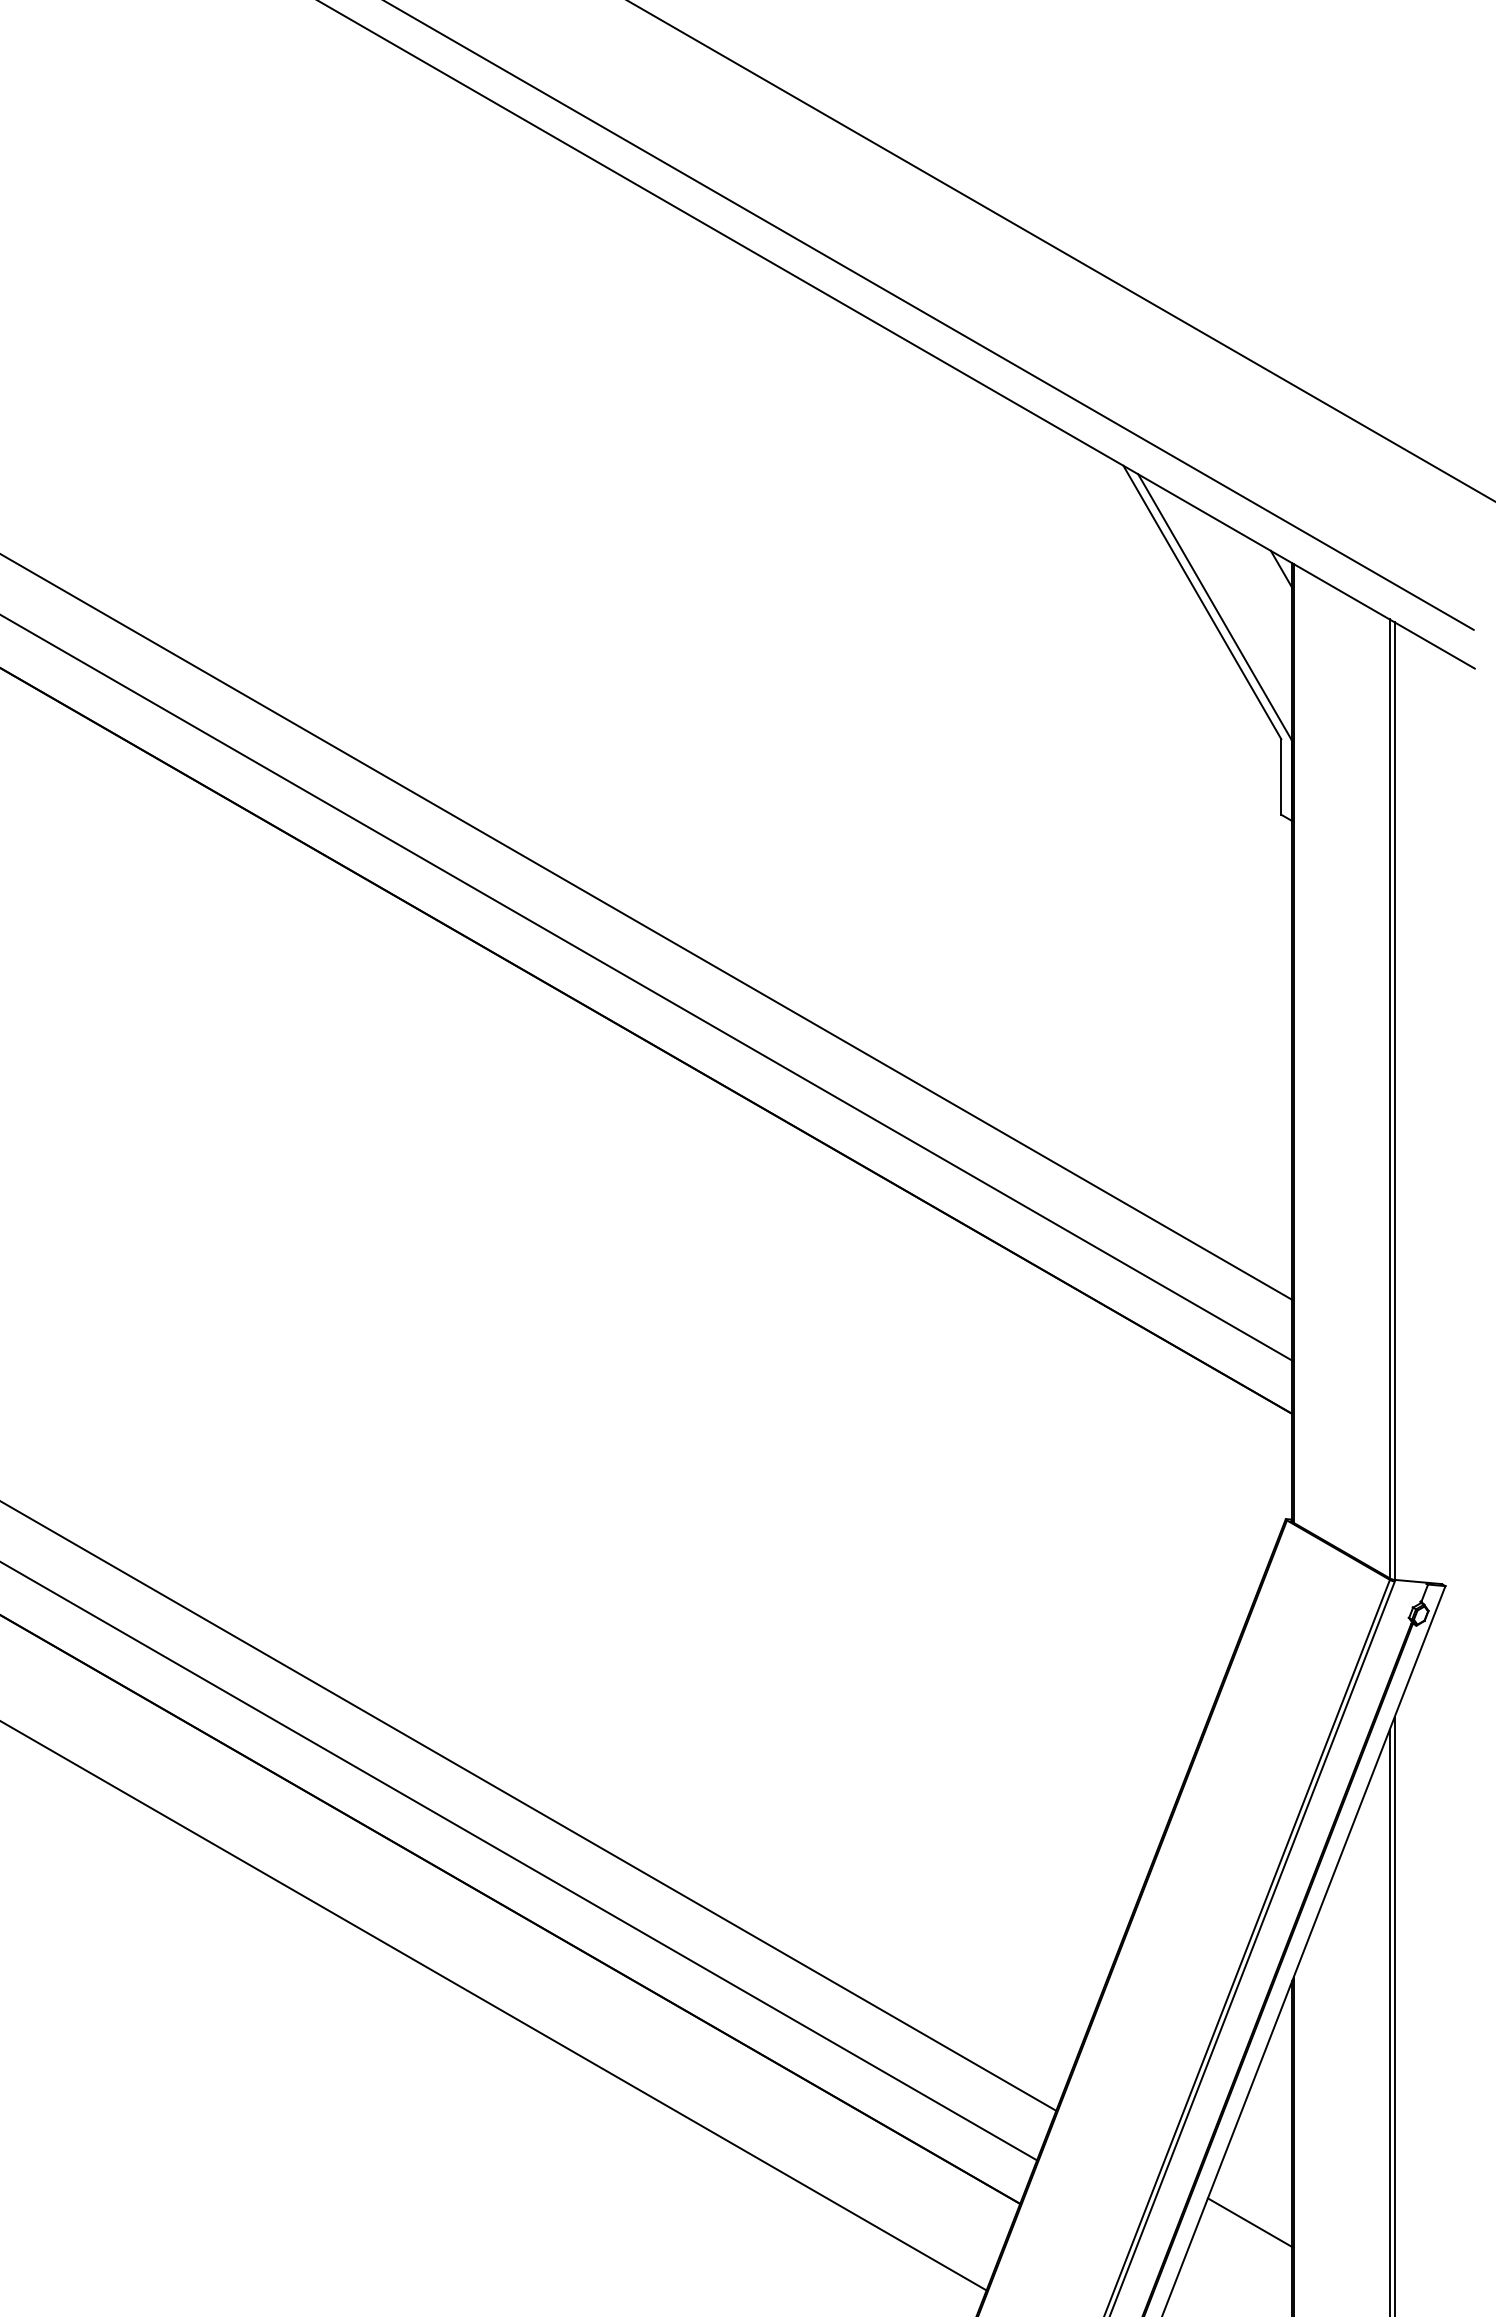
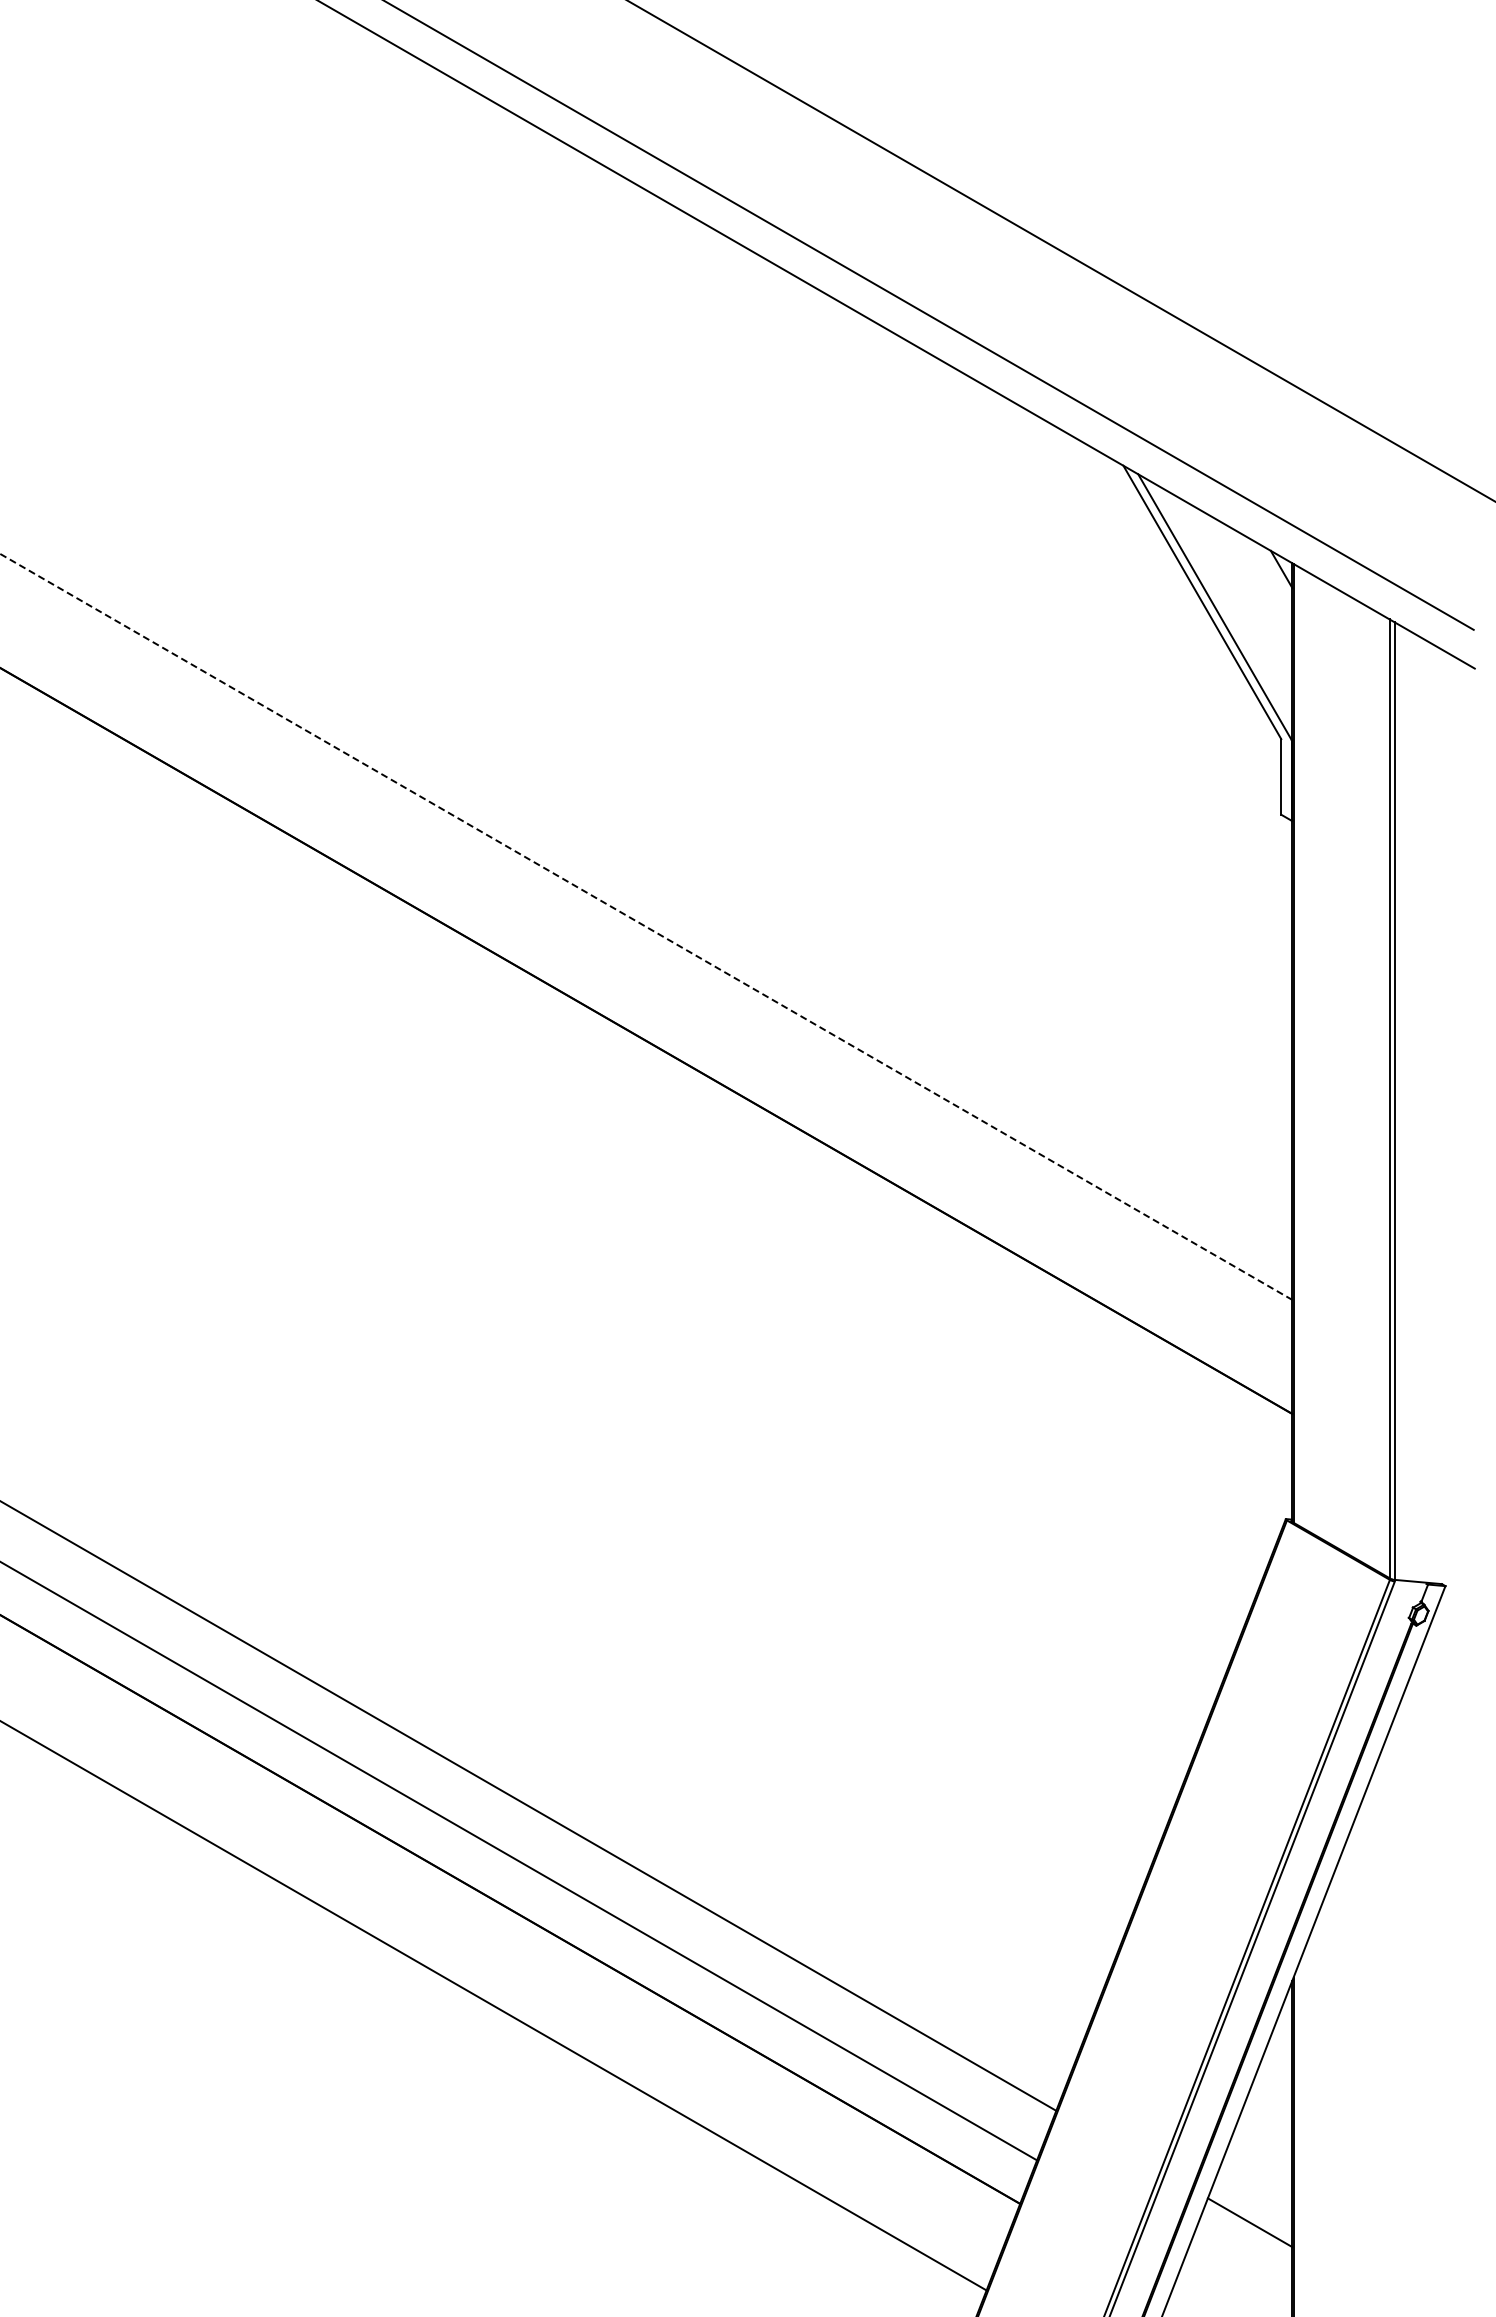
line at (646, 927): solid -> dashed
line at (647, 987): present -> none
line at (1394, 2014): present -> none
line at (1389, 2021): present -> none
